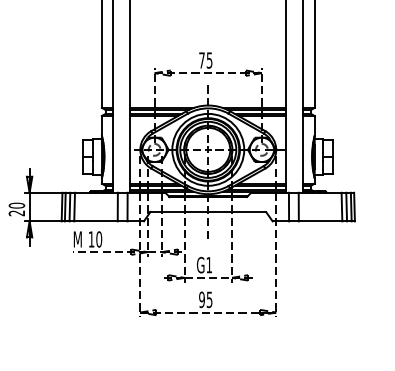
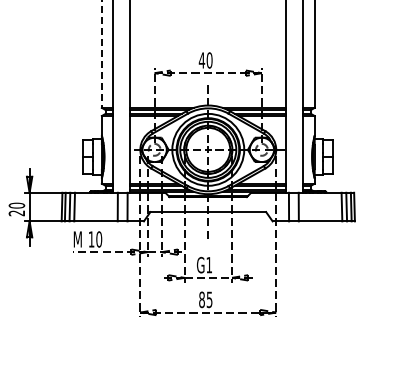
line at (101, 54): solid -> dashed
text at (205, 60): 75 -> 40
text at (201, 300): 95 -> 85
